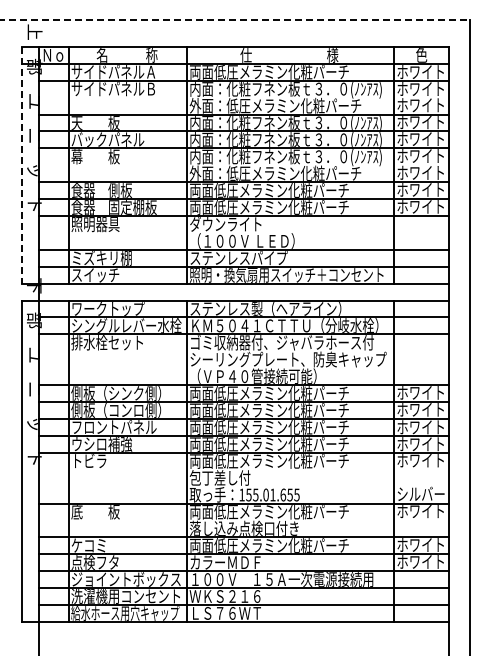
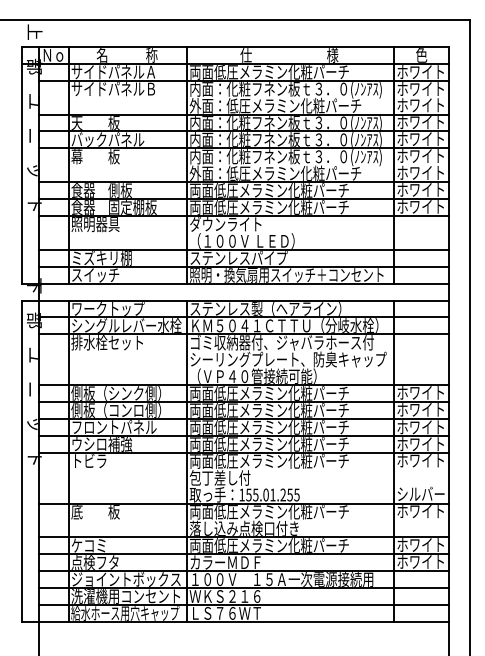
line at (235, 19): dashed -> solid
line at (22, 165): dashed -> solid
text at (283, 494): 155.01.655 -> 155.01.255
